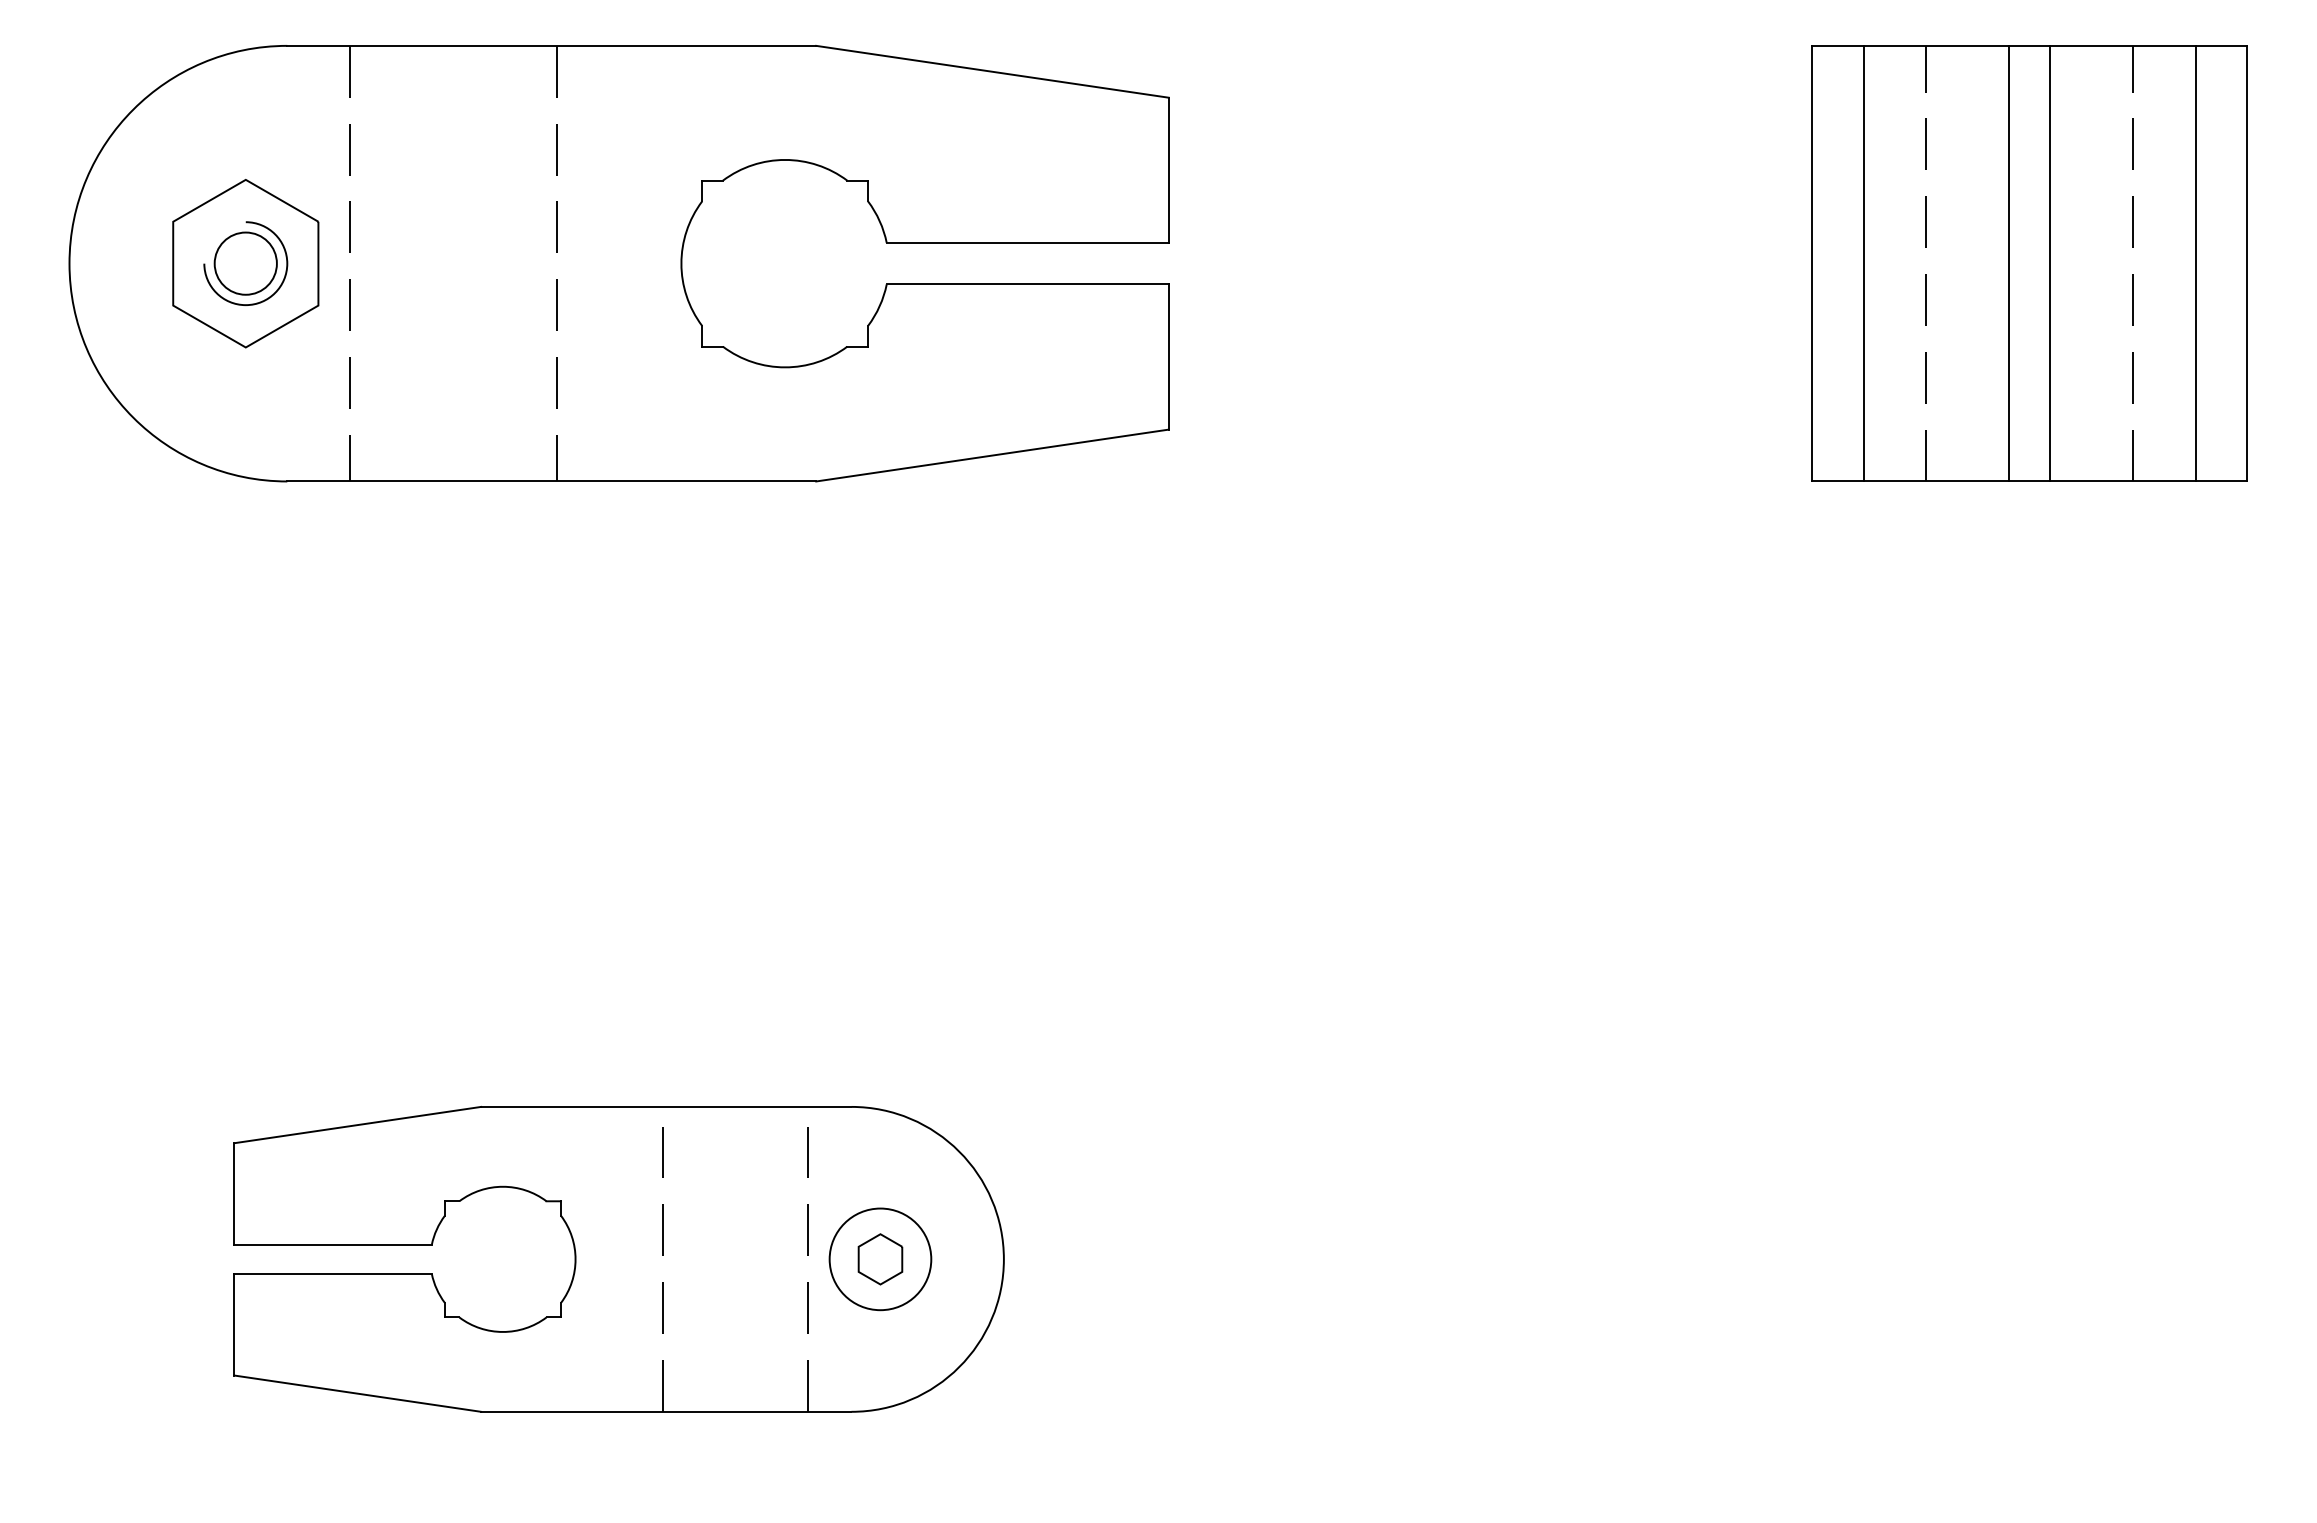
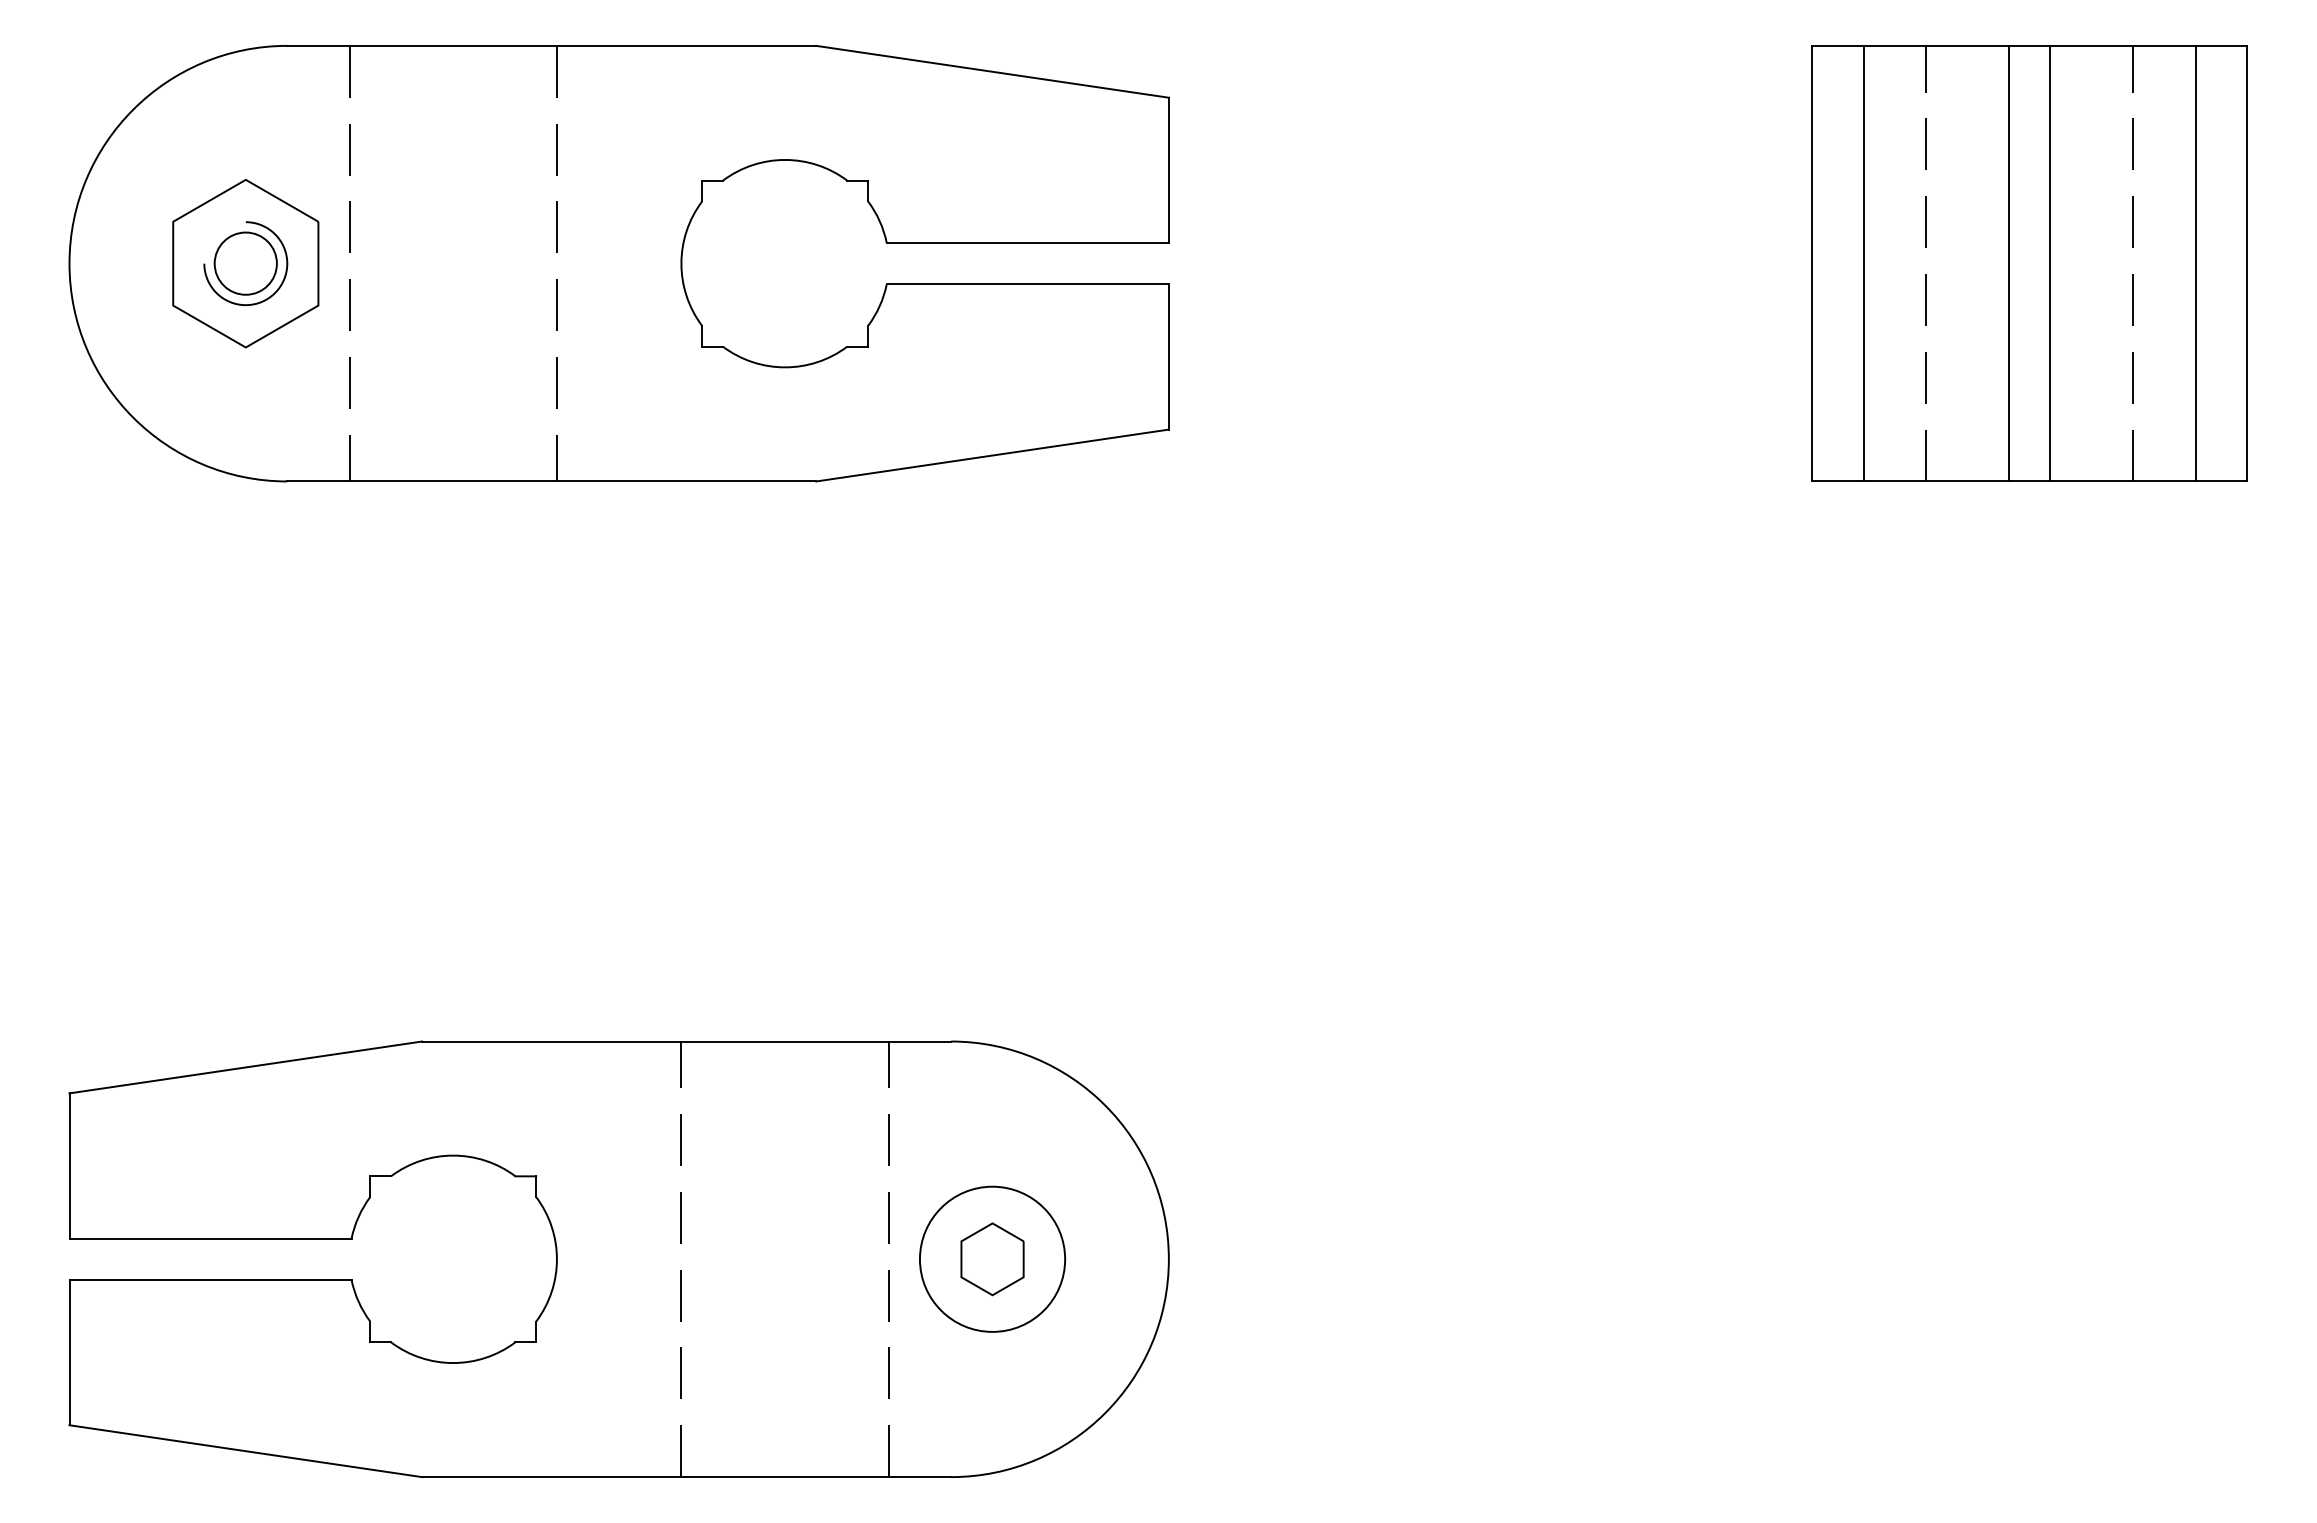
part at (618, 1259) size: 772x307 px -> 1102x439 px
